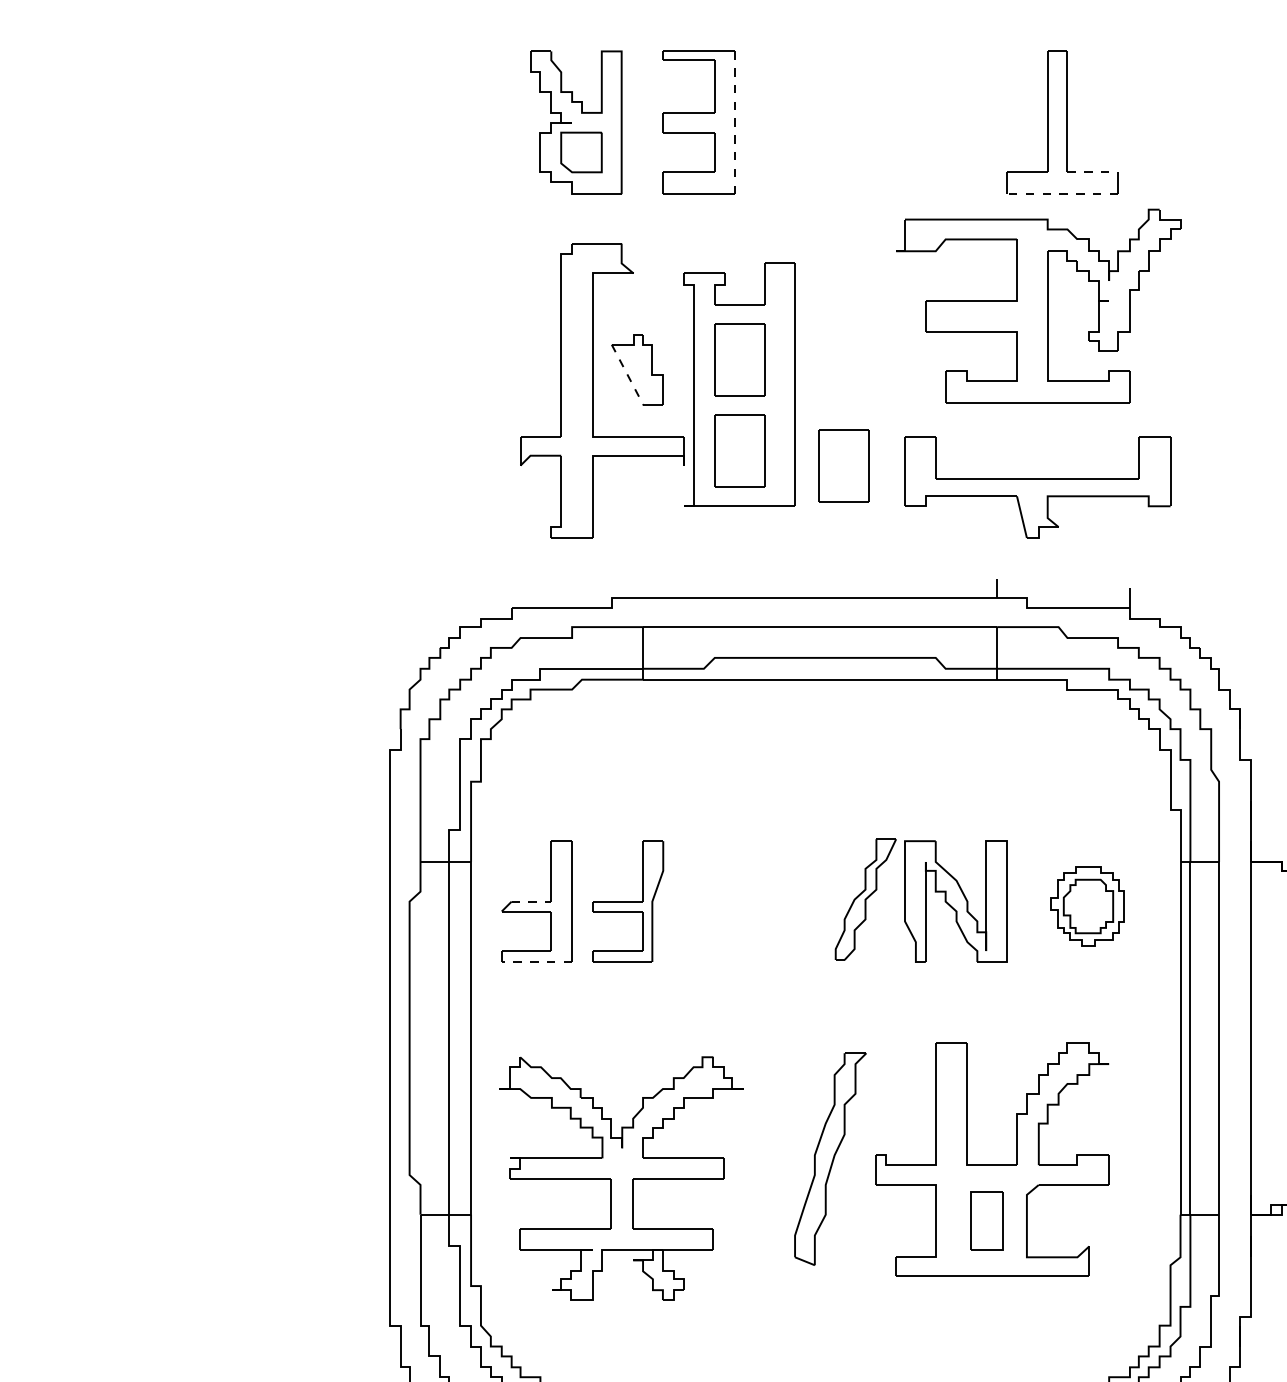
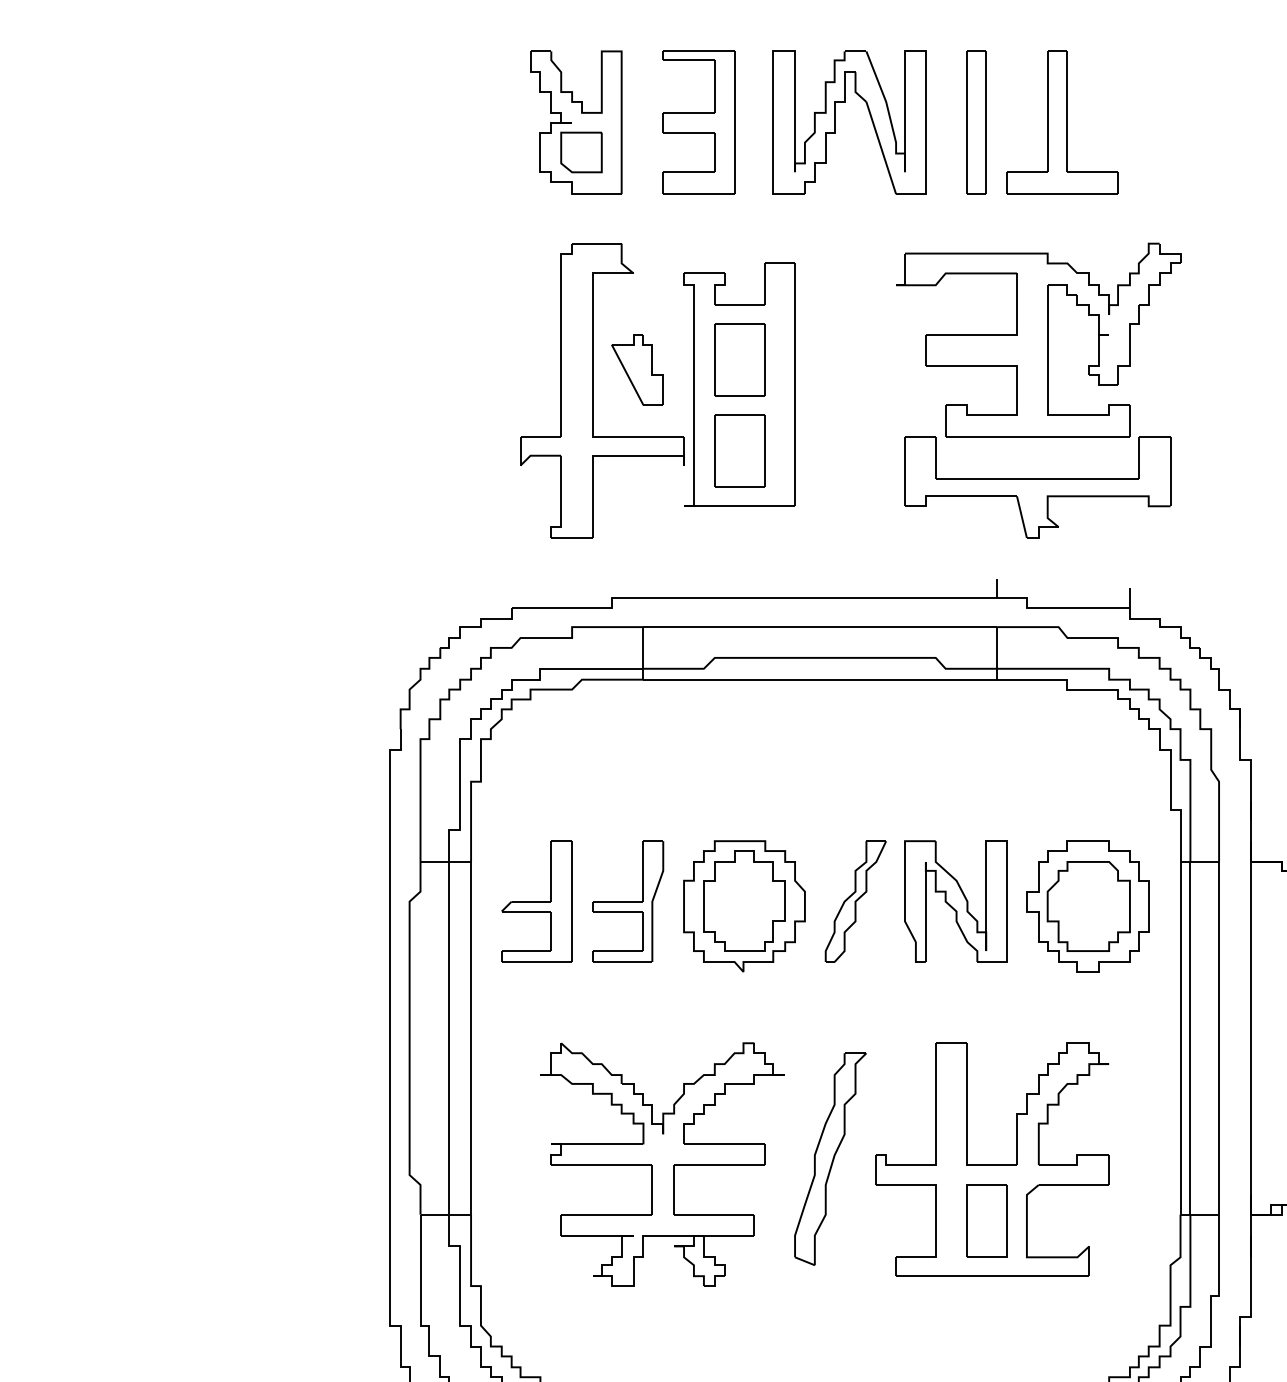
part at (835, 122): none -> present
part at (976, 122): none -> present
line at (734, 123): dashed -> solid
line at (1093, 172): dashed -> solid
line at (1062, 194): dashed -> solid
part at (1038, 305) position: (1038, 305) -> (1038, 339)
line at (627, 375): dashed -> solid
part at (843, 465): present -> none
part at (865, 899) position: (865, 899) -> (855, 901)
line at (531, 901): dashed -> solid
part at (744, 906): none -> present
part at (1087, 906) size: 75x81 px -> 124x133 px
line at (536, 962): dashed -> solid
part at (621, 1178) position: (621, 1178) -> (662, 1164)
part at (986, 1220) size: 34x60 px -> 42x74 px
